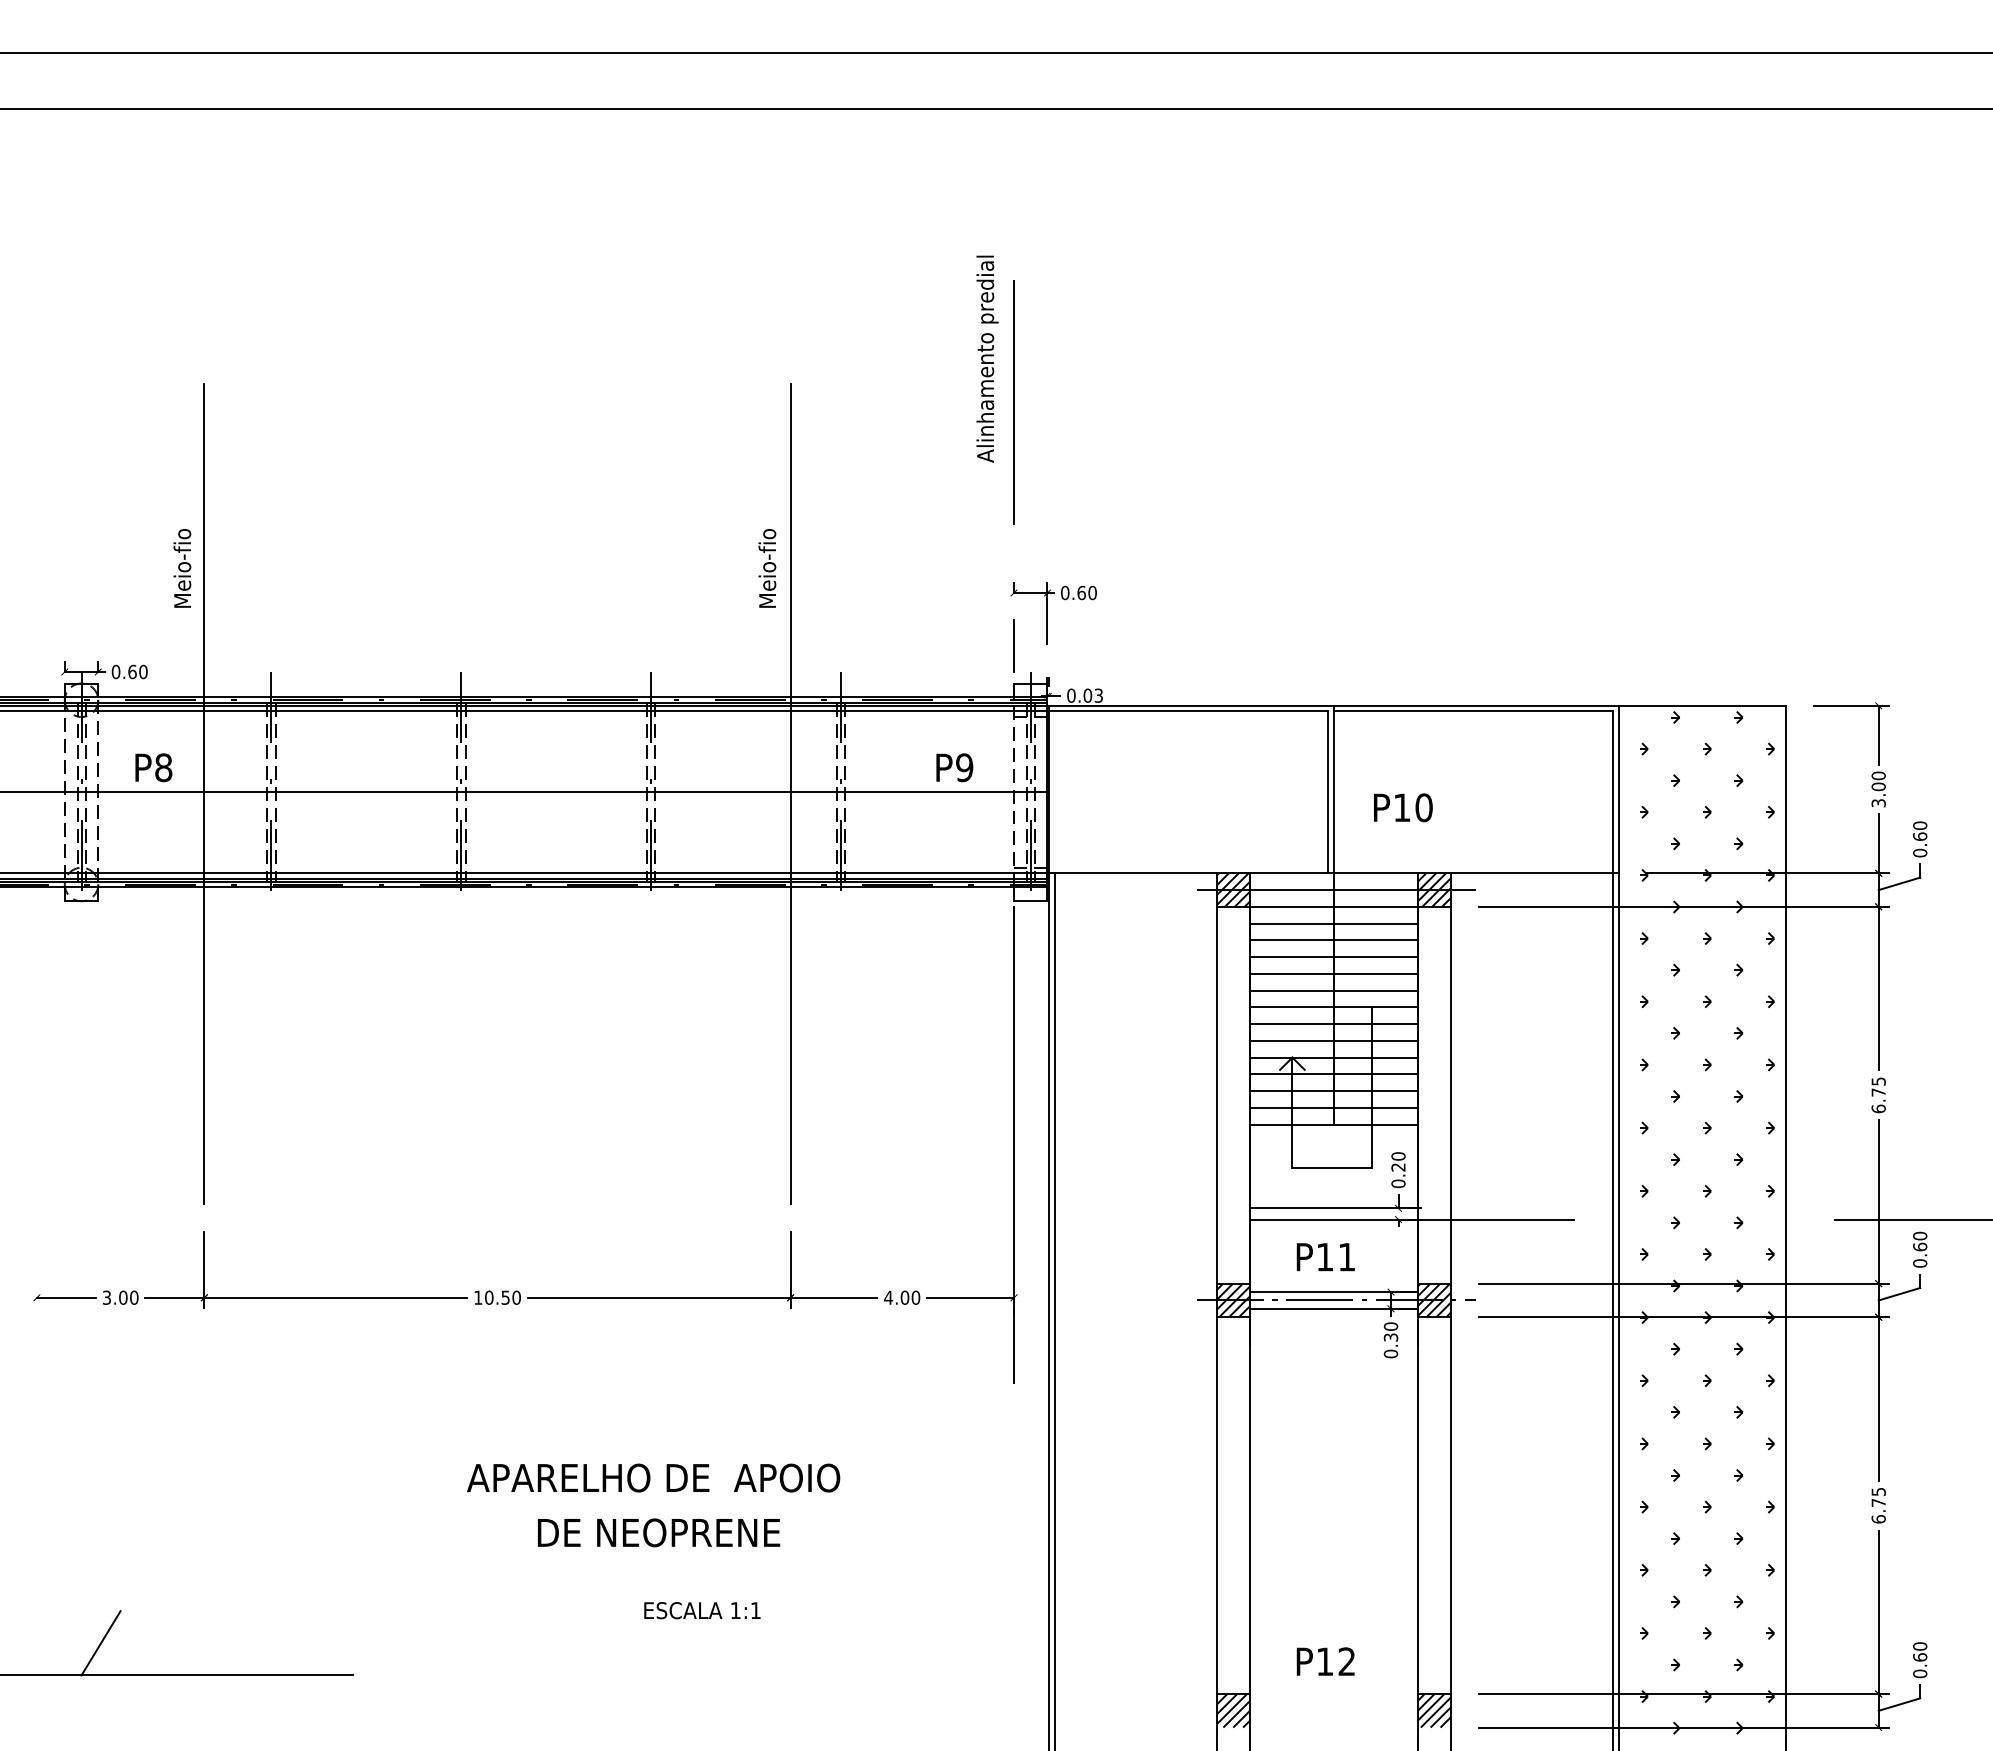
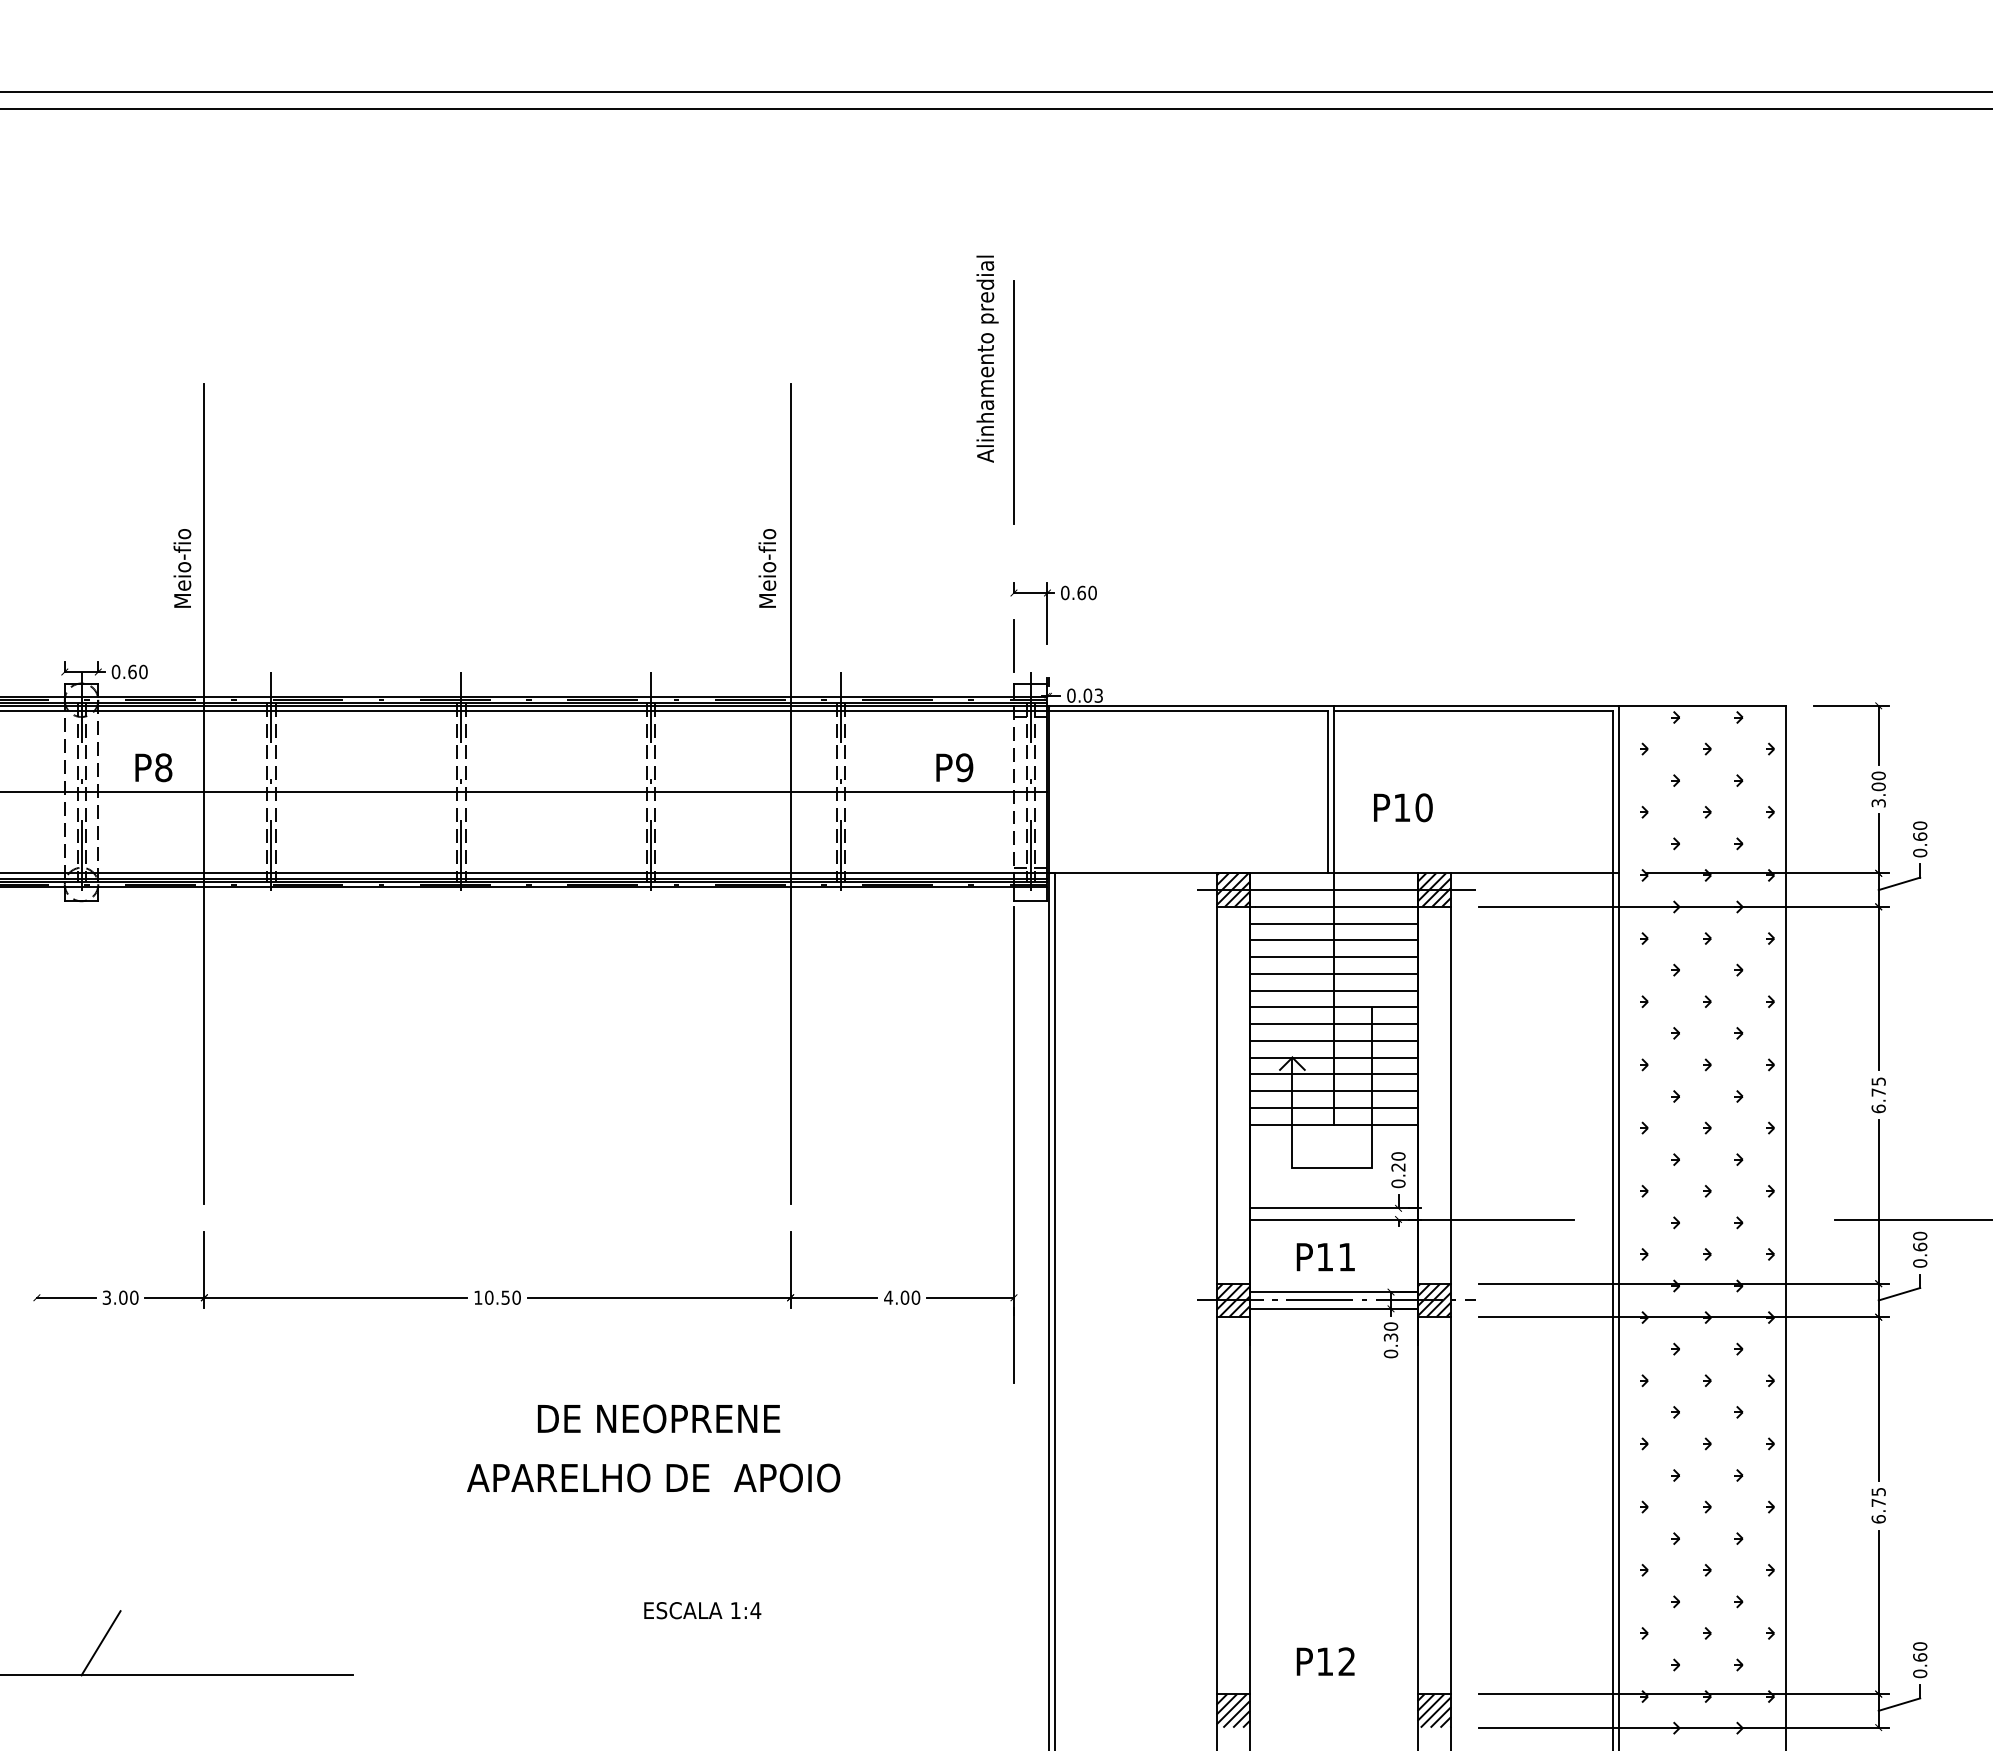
line at (995, 52) position: (995, 52) -> (995, 91)
text at (659, 1532) position: (659, 1532) -> (659, 1418)
text at (755, 1610): 1:1 -> 1:4
